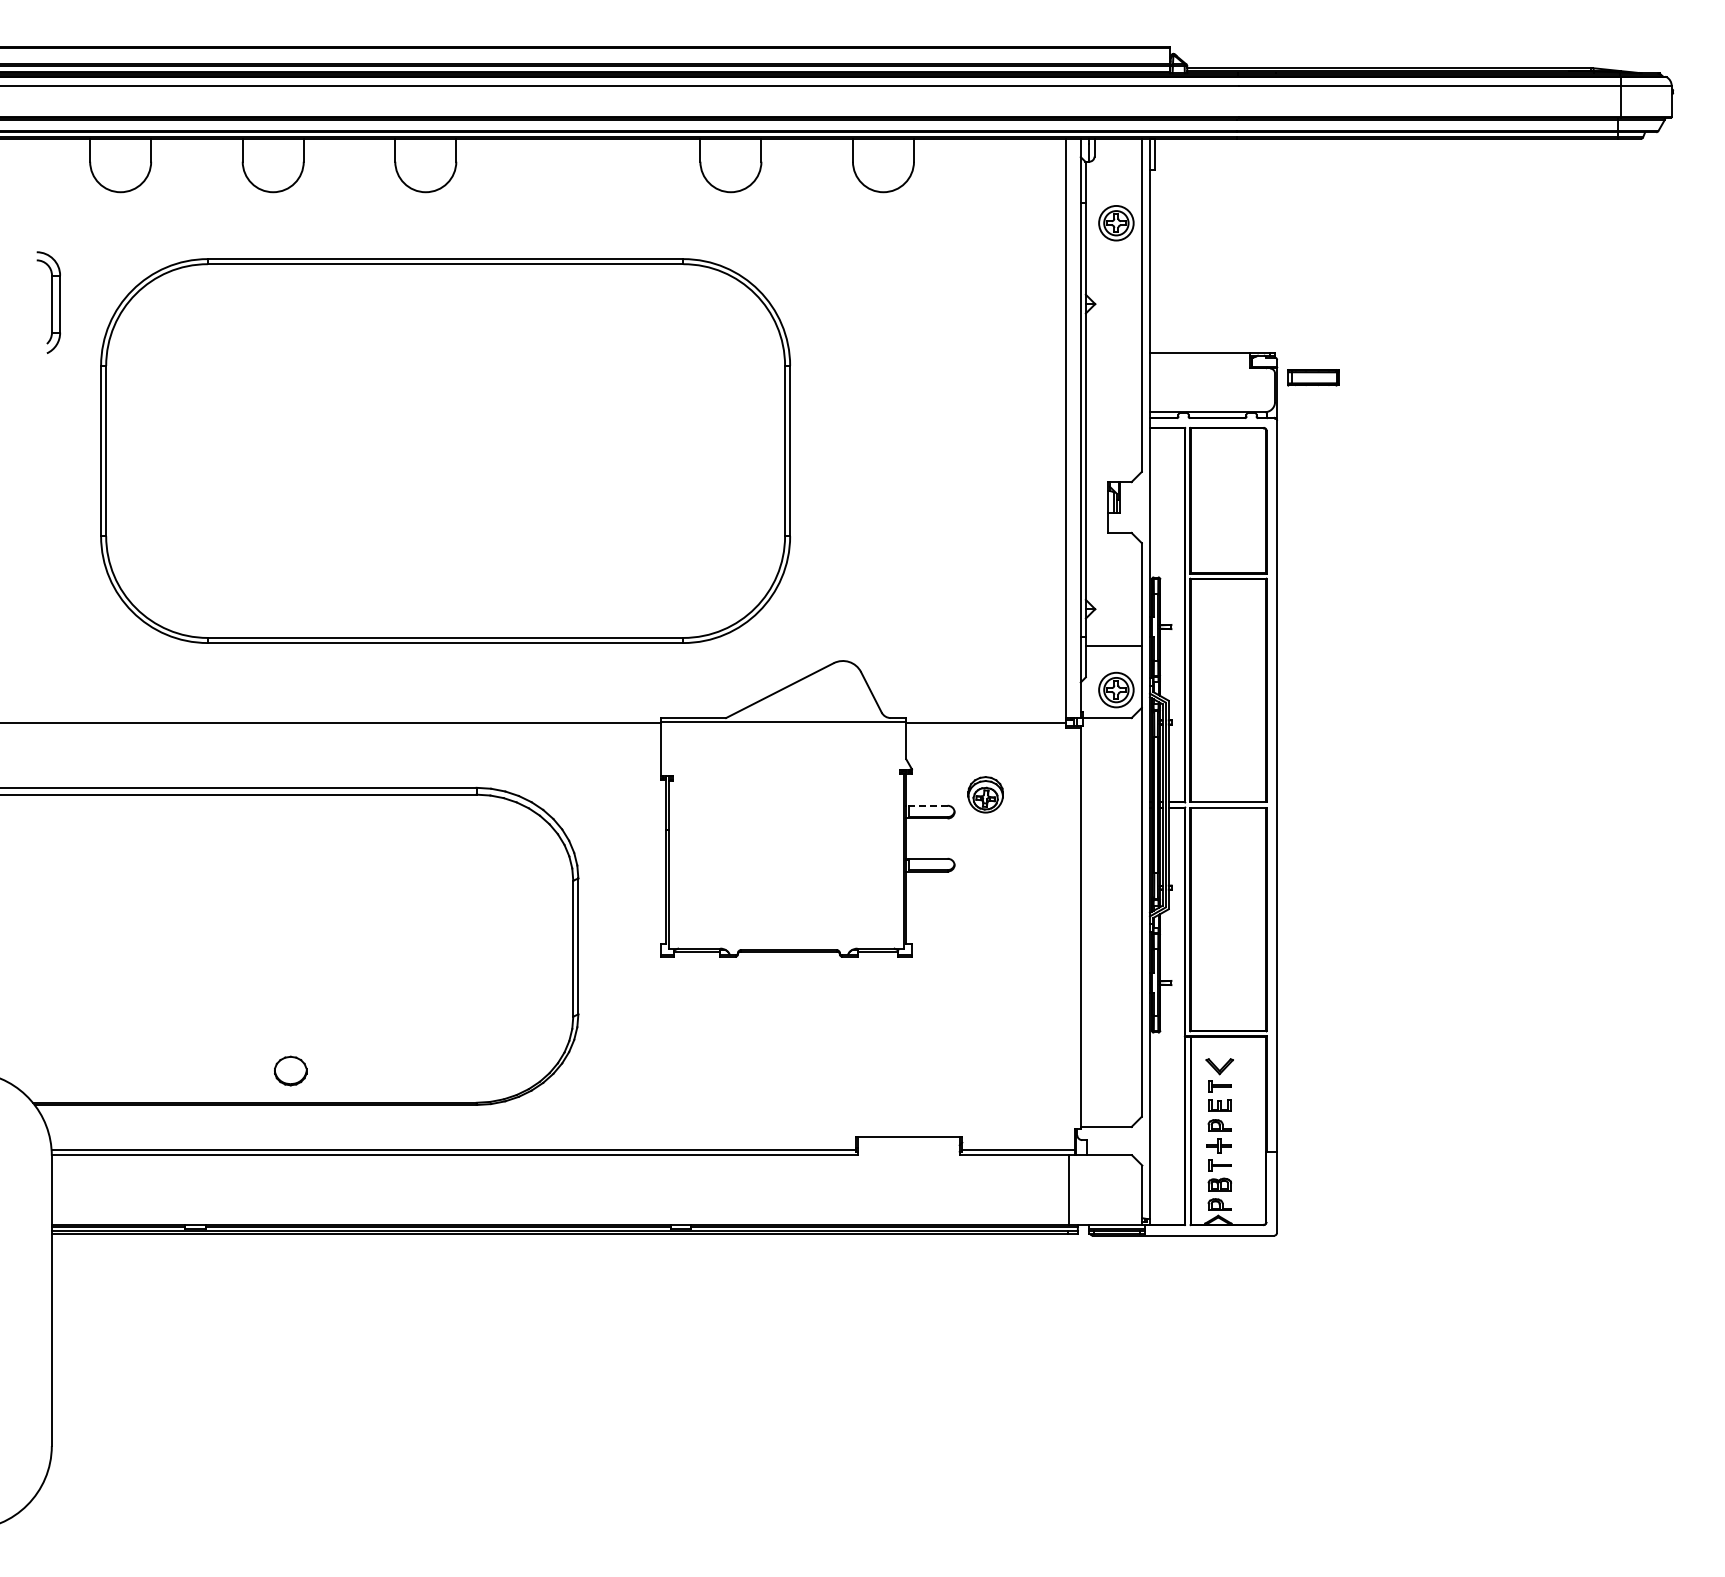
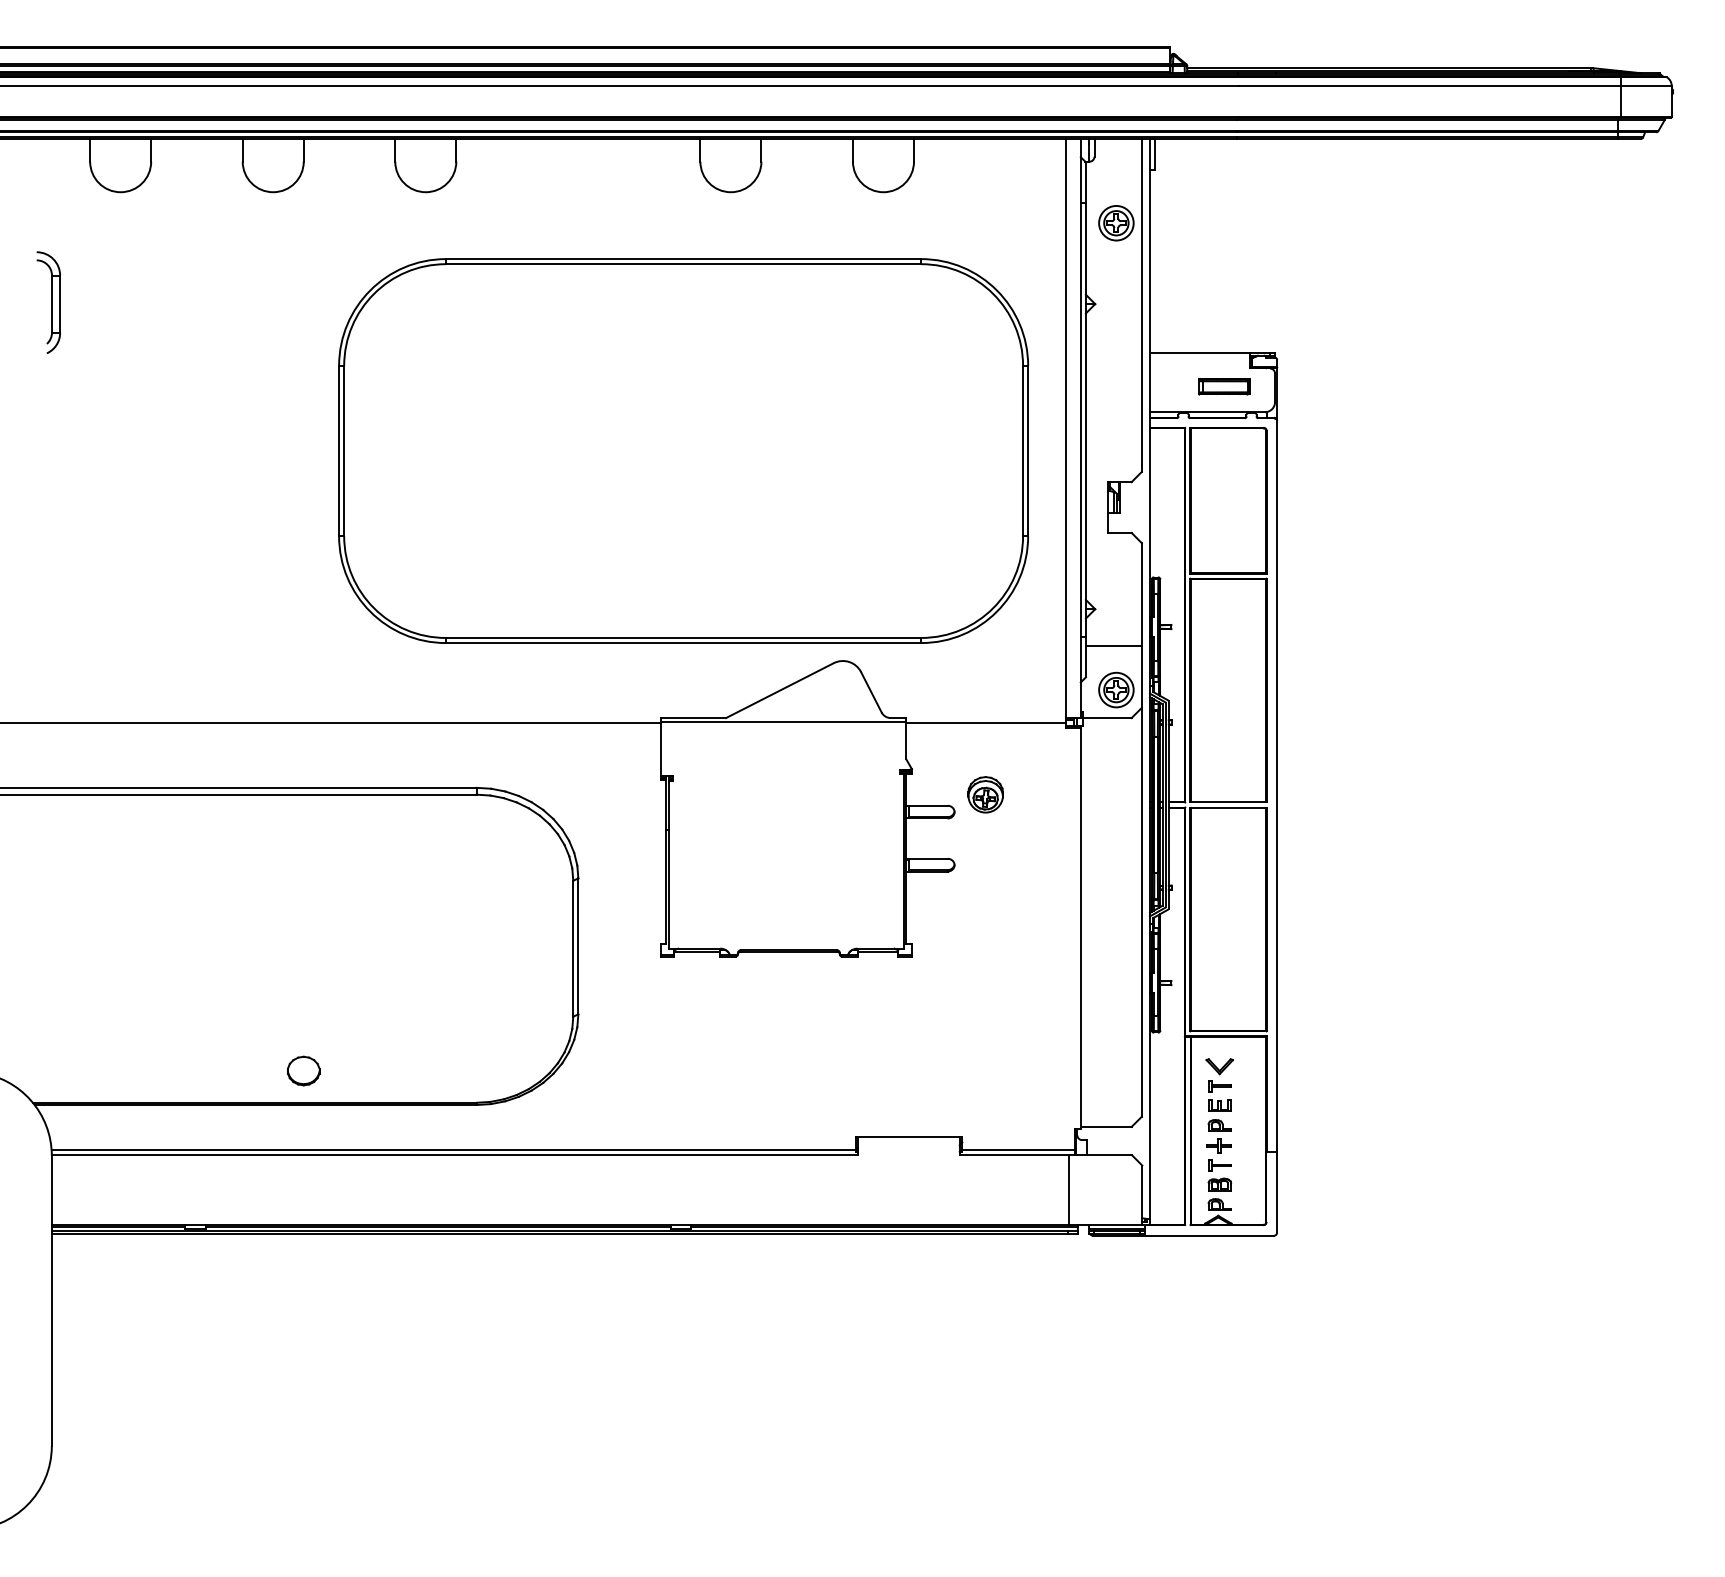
part at (1313, 377) position: (1313, 377) -> (1224, 386)
part at (445, 450) position: (445, 450) -> (683, 450)
line at (926, 805): dashed -> solid
part at (290, 1070) position: (290, 1070) -> (303, 1070)
